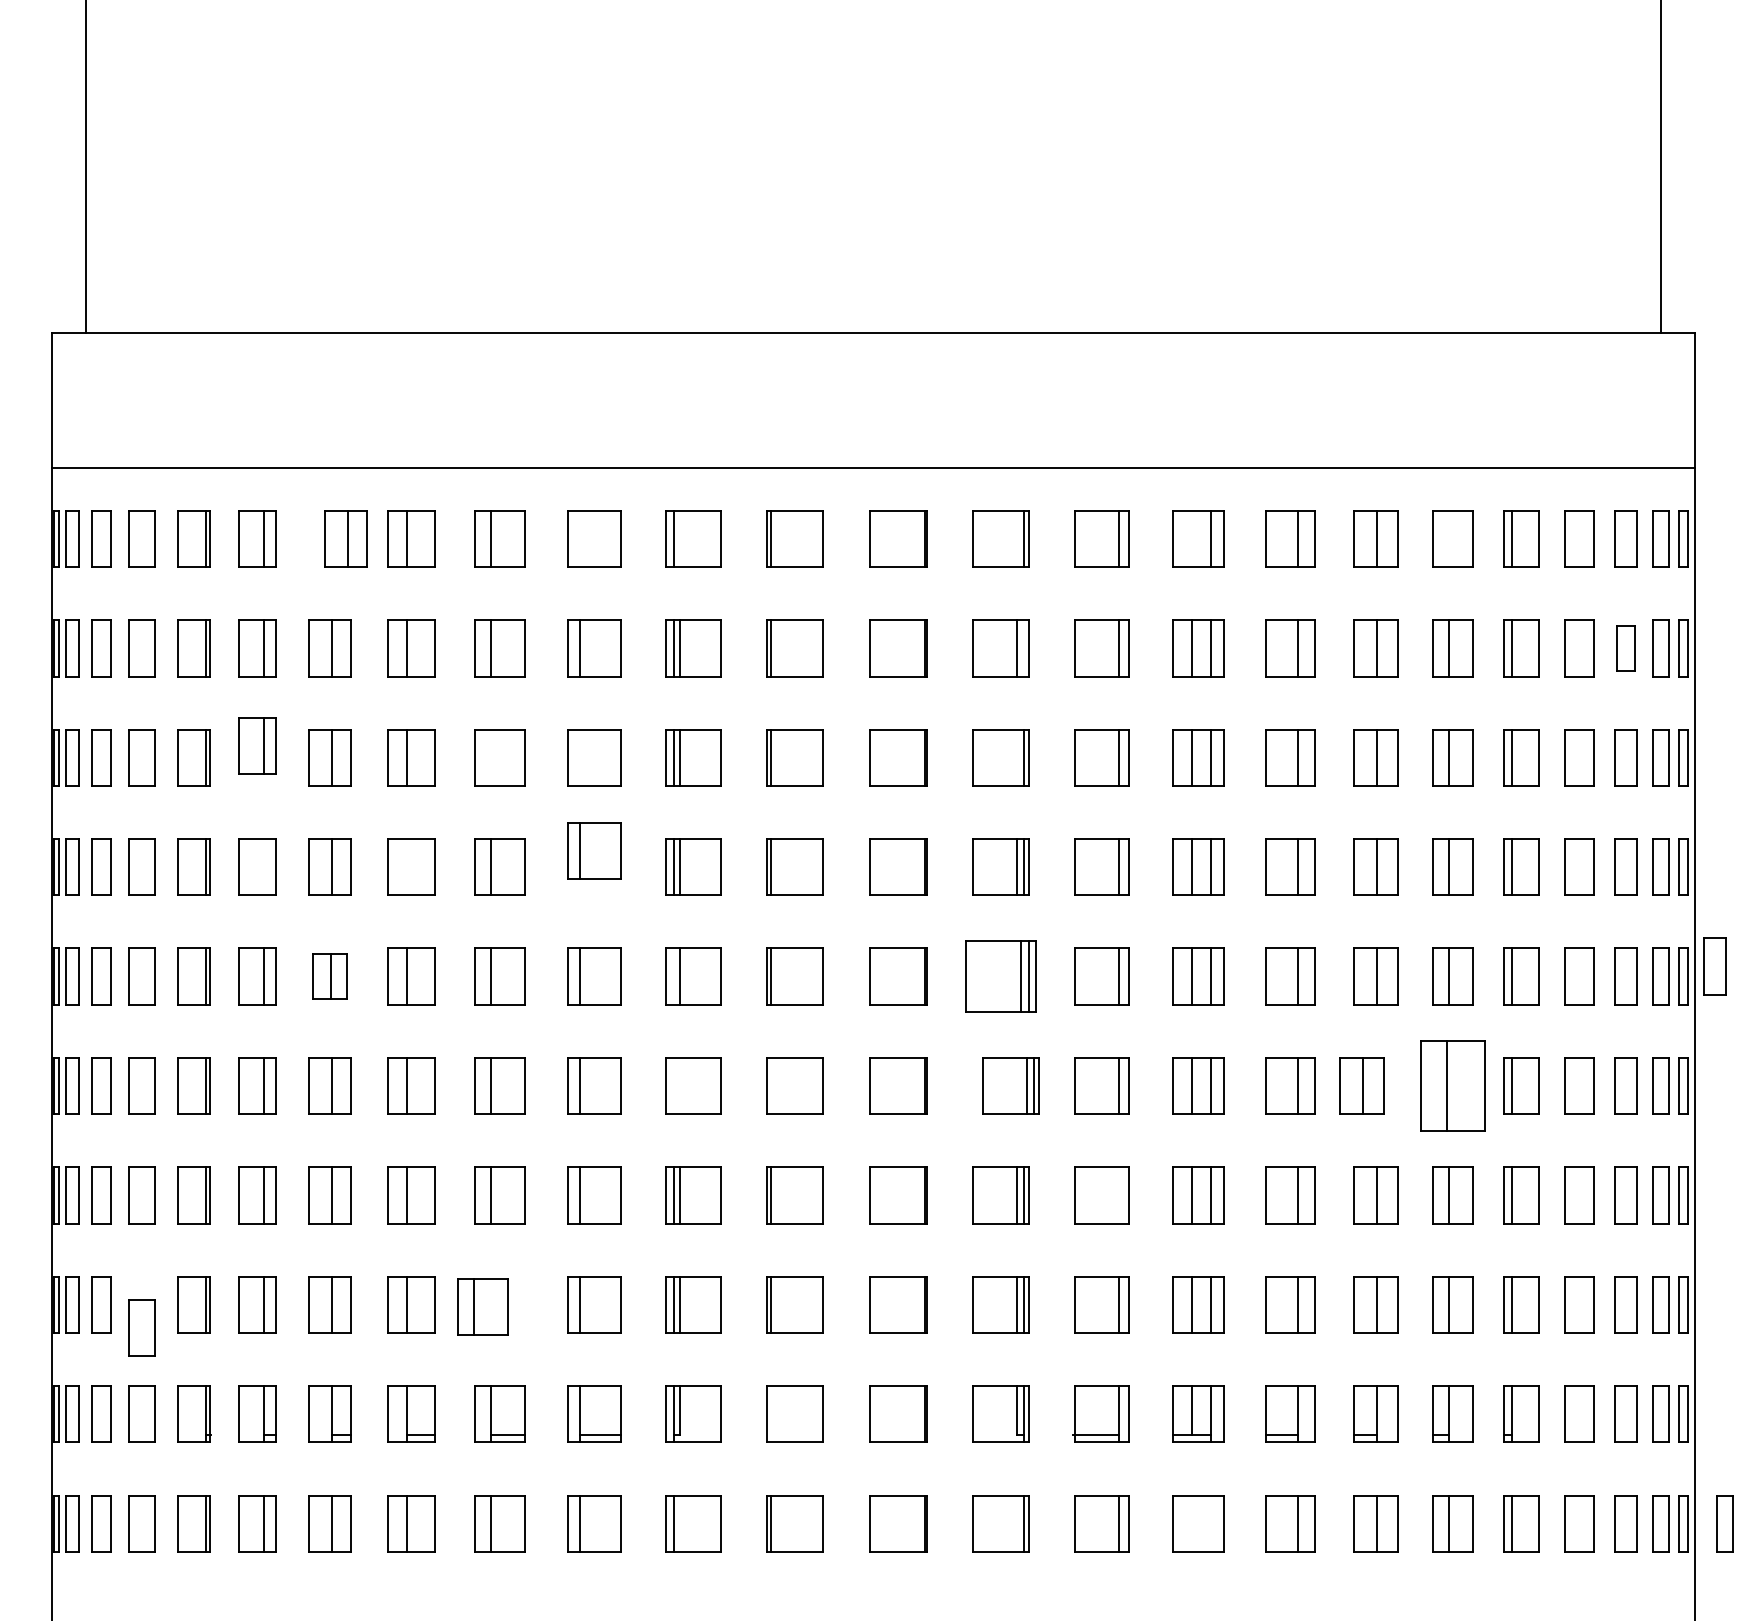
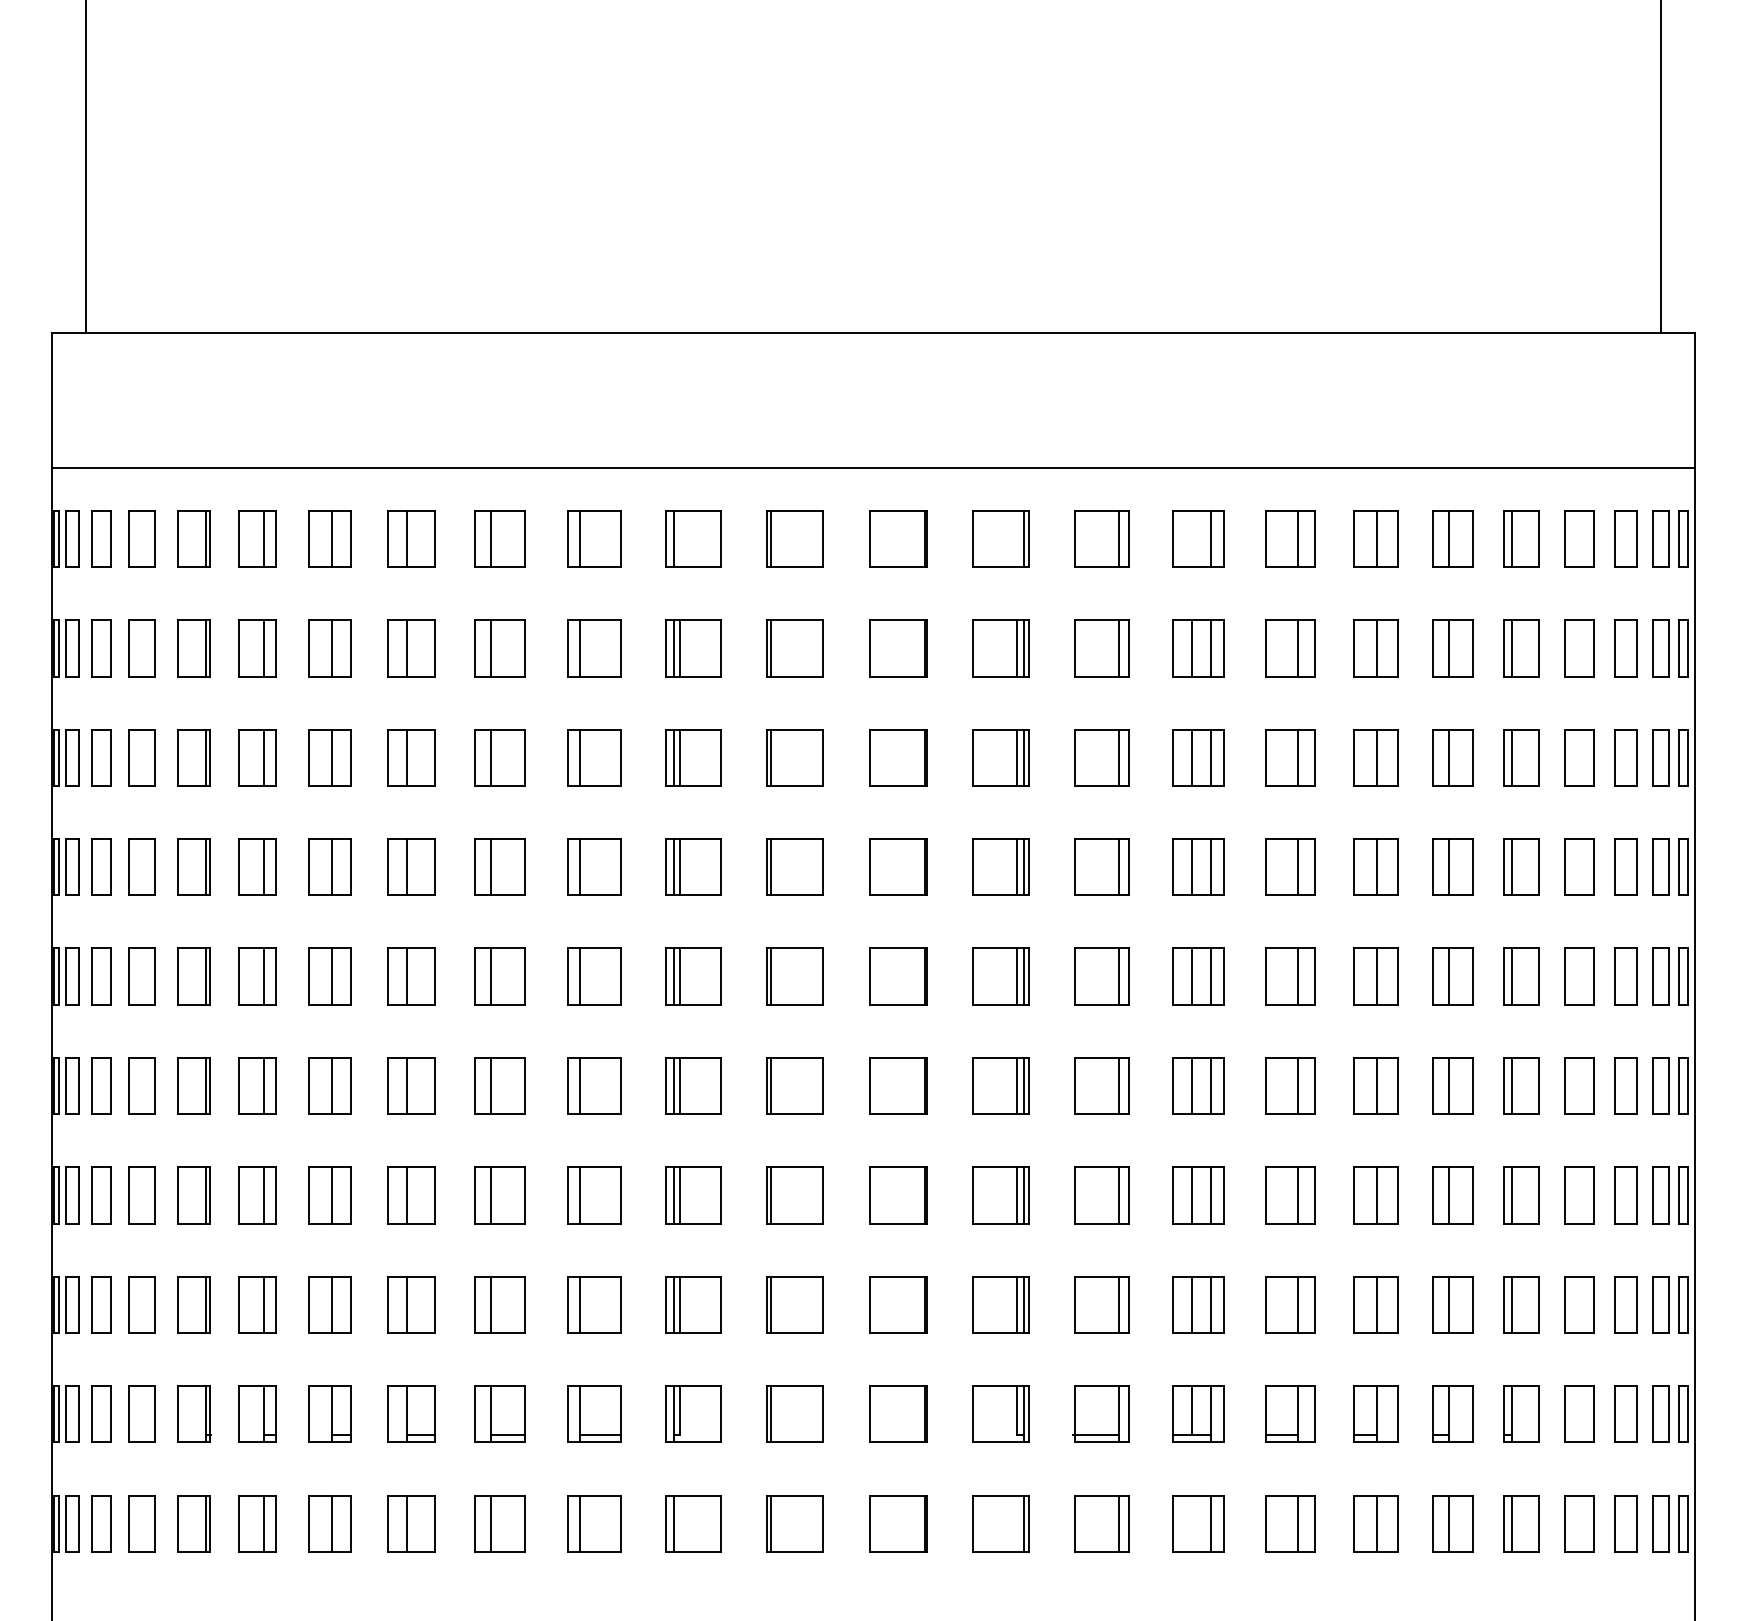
part at (345, 538) position: (345, 538) -> (329, 538)
line at (579, 538): none -> present
line at (1449, 538): none -> present
line at (1023, 648): none -> present
part at (1625, 648) size: 20x47 px -> 24x59 px
part at (257, 745) position: (257, 745) -> (257, 757)
line at (490, 757): none -> present
line at (579, 757): none -> present
line at (1017, 757): none -> present
part at (594, 850) position: (594, 850) -> (594, 866)
line at (264, 867): none -> present
line at (407, 867): none -> present
part at (1714, 966): present -> none
part at (329, 976) size: 36x47 px -> 44x59 px
line at (673, 976): none -> present
part at (1000, 976) size: 72x73 px -> 58x59 px
line at (673, 1085): none -> present
line at (679, 1085): none -> present
line at (770, 1085): none -> present
part at (1010, 1085) position: (1010, 1085) -> (1000, 1085)
part at (1361, 1085) position: (1361, 1085) -> (1375, 1085)
part at (1452, 1085) size: 66x92 px -> 42x58 px
line at (1119, 1195): none -> present
part at (482, 1306) position: (482, 1306) -> (499, 1304)
part at (141, 1327) position: (141, 1327) -> (141, 1304)
line at (770, 1414): none -> present
line at (1211, 1523): none -> present
part at (1724, 1523): present -> none
